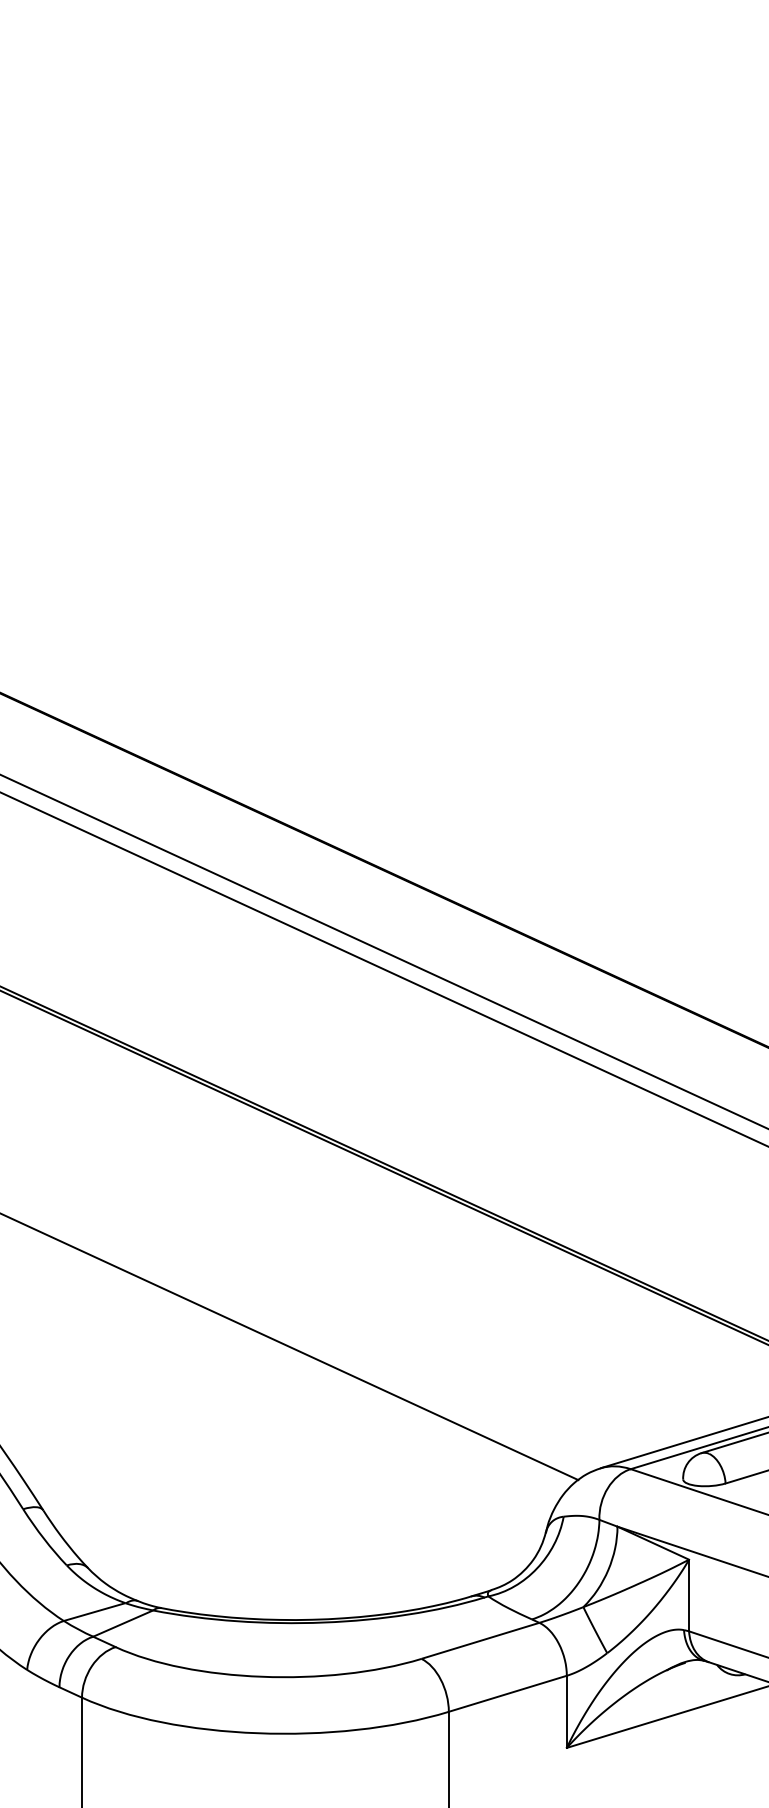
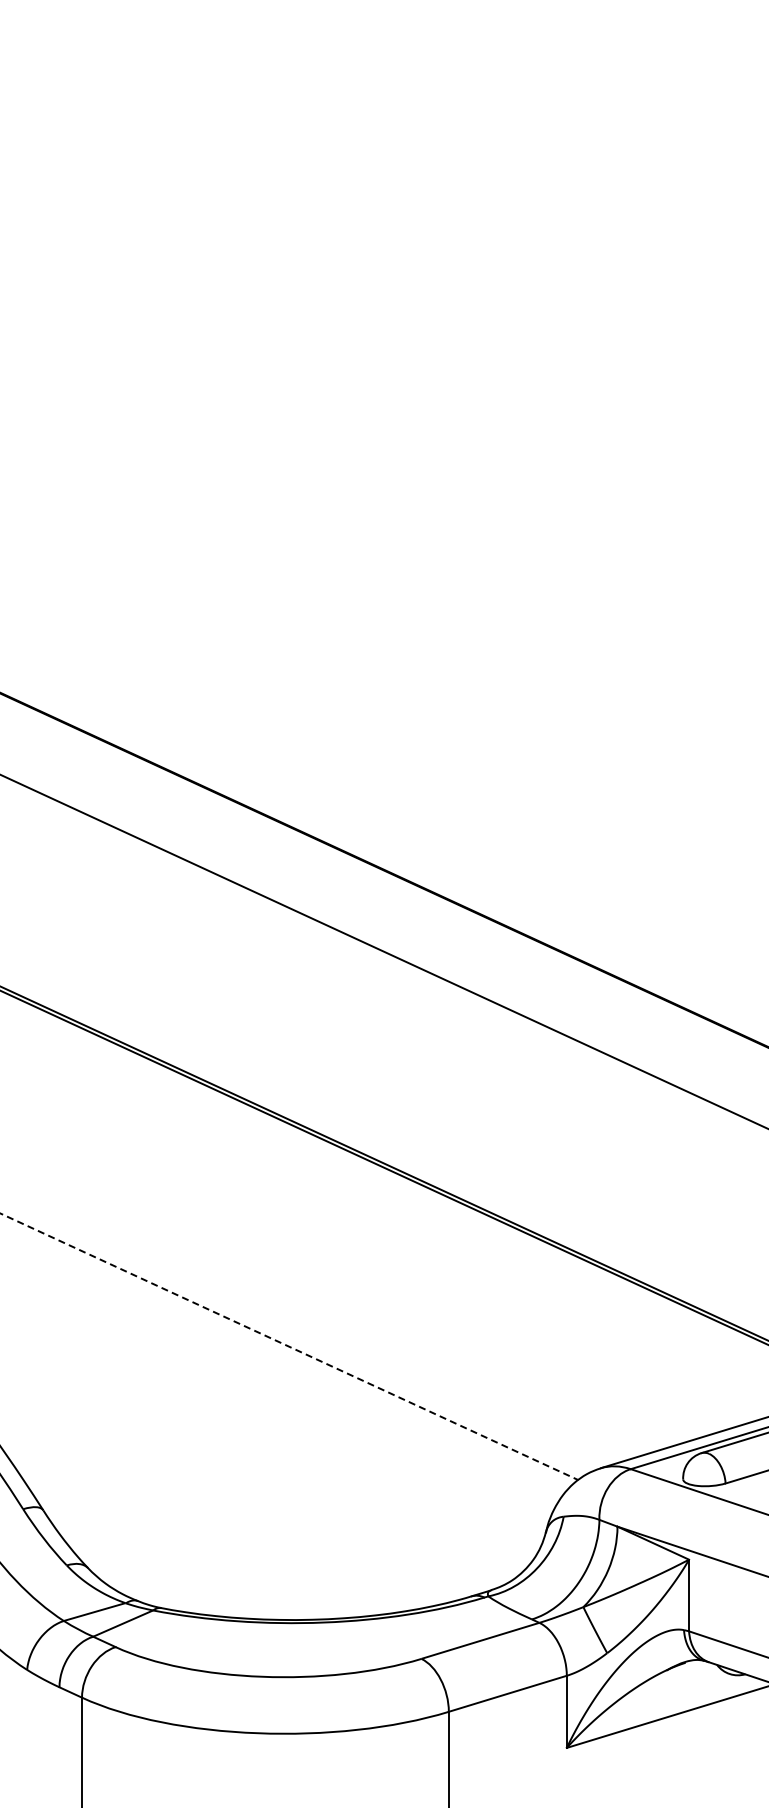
line at (383, 969): present -> none
line at (289, 1347): solid -> dashed
